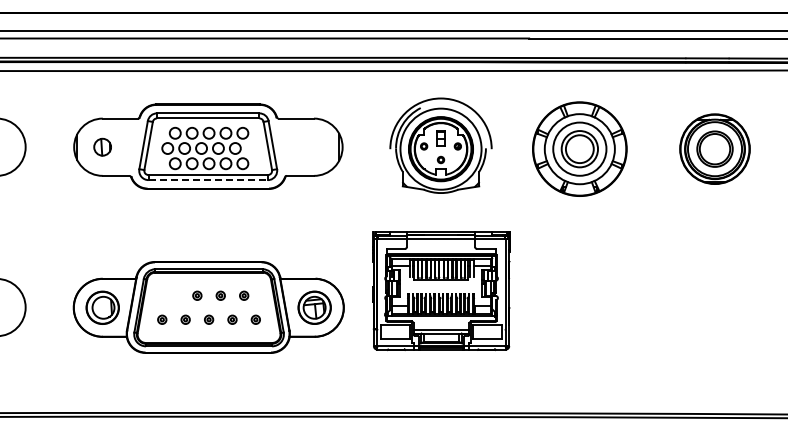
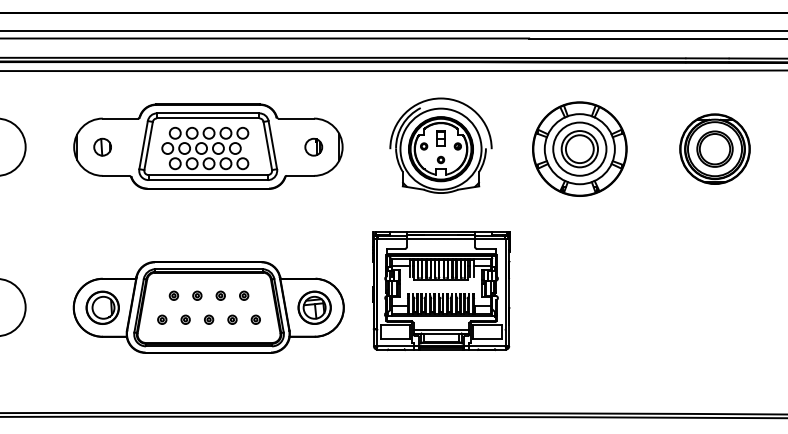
part at (313, 146): none -> present
line at (208, 180): dashed -> solid
part at (173, 295): none -> present
